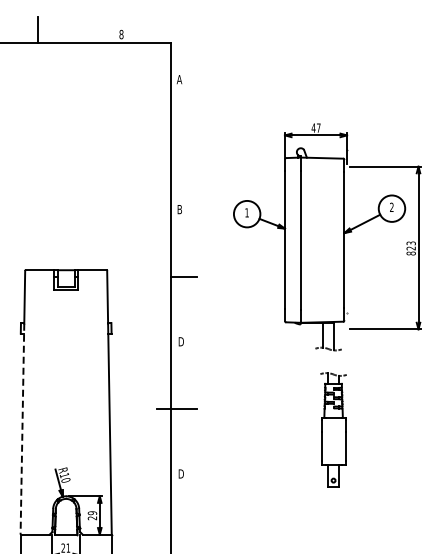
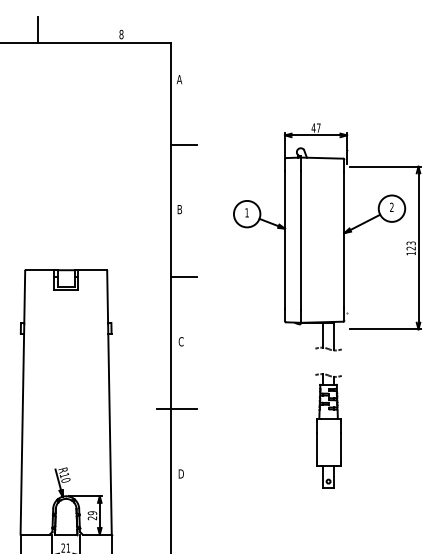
line at (183, 144): none -> present
text at (410, 253): 823 -> 123
text at (180, 341): D -> C
line at (22, 429): dashed -> solid
part at (333, 429) position: (333, 429) -> (328, 430)
